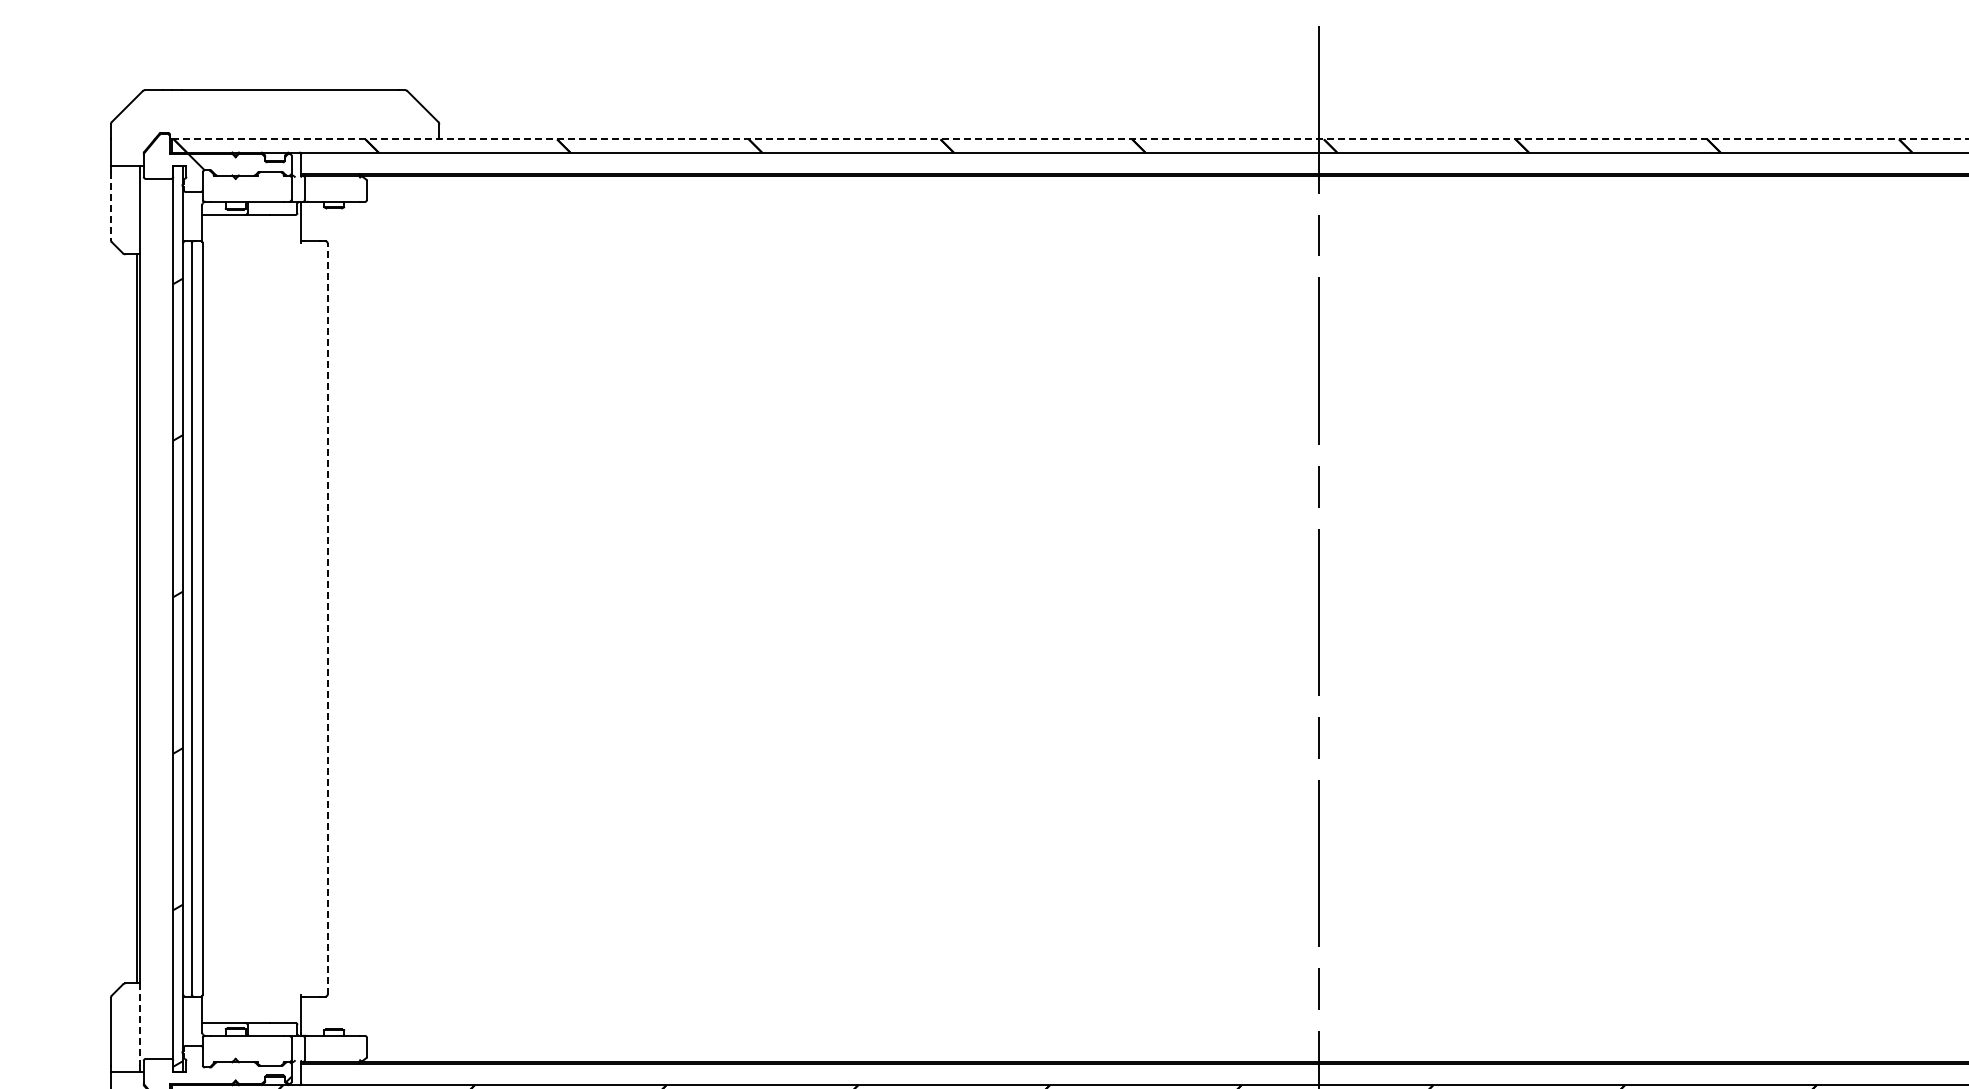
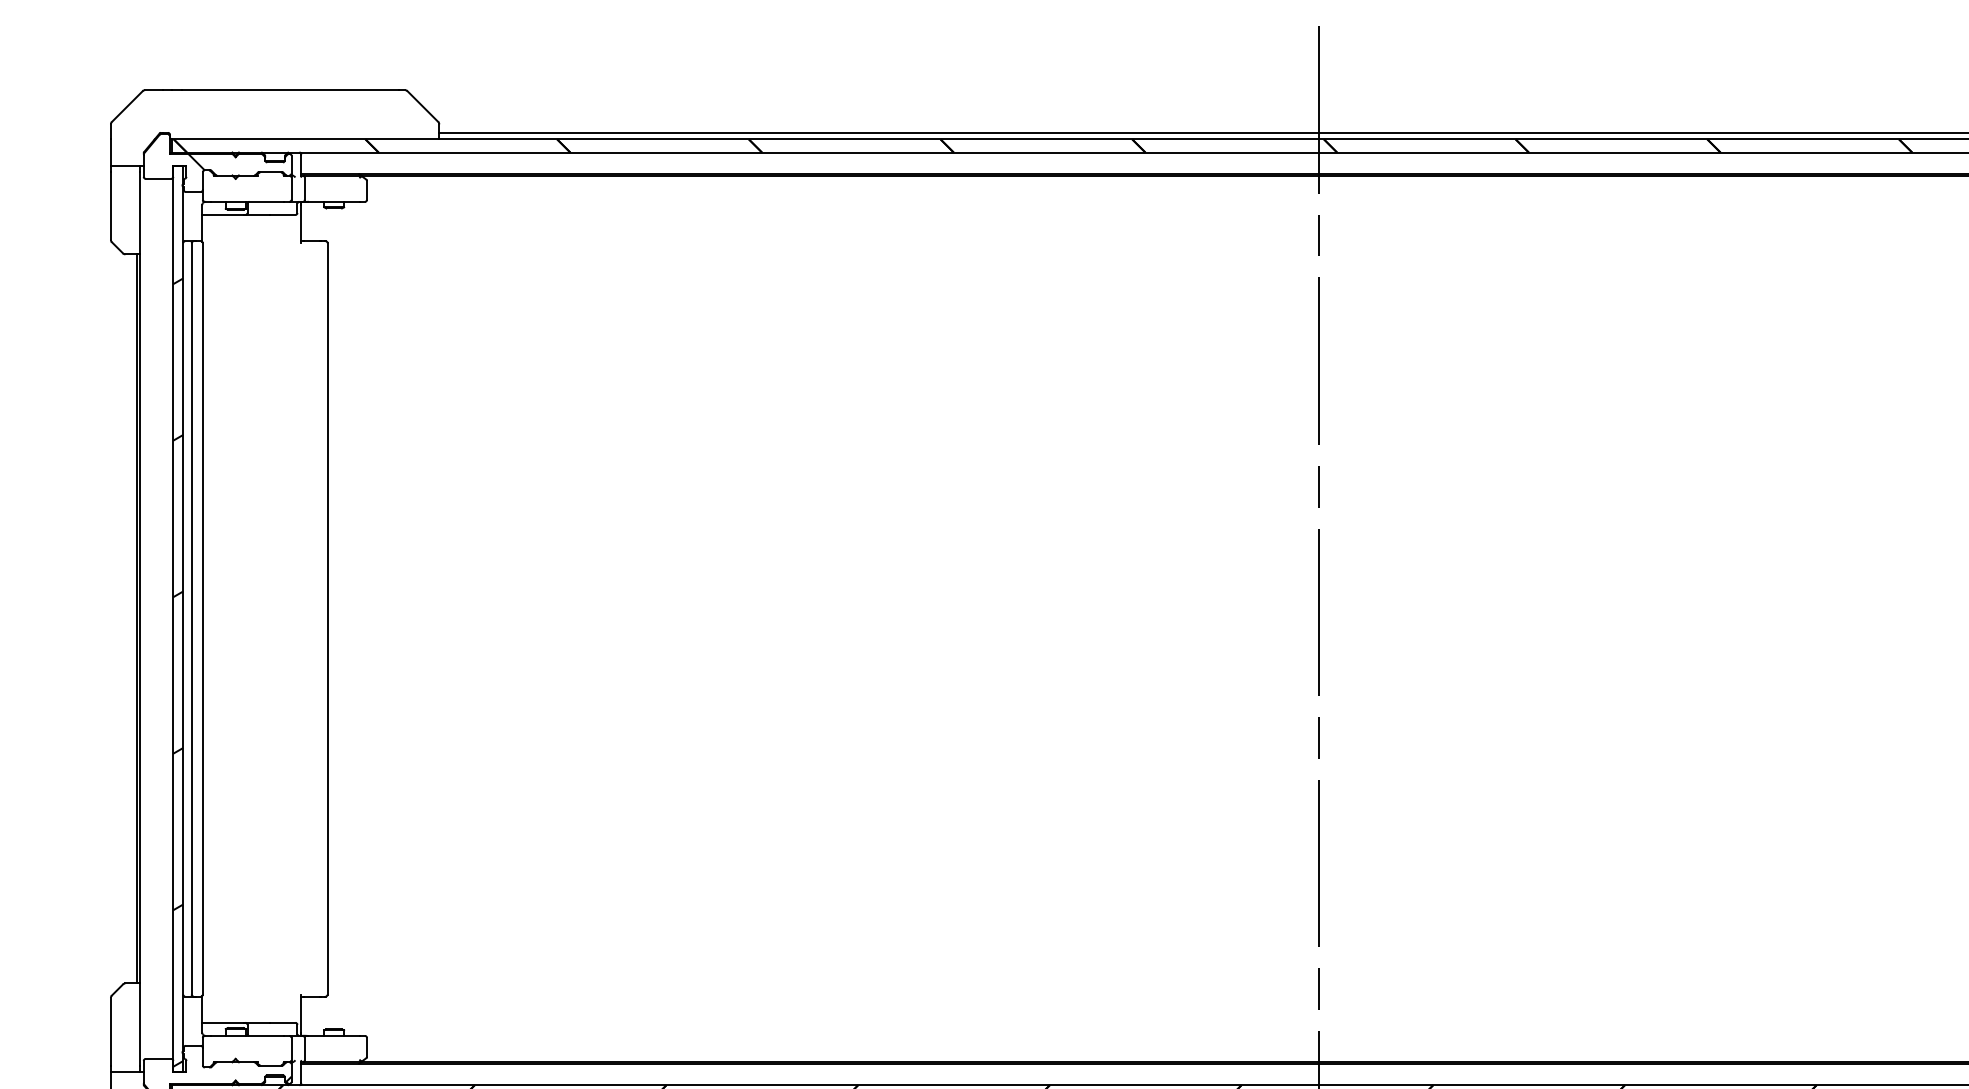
line at (1202, 132): none -> present
line at (1069, 139): dashed -> solid
line at (110, 206): dashed -> solid
line at (327, 618): dashed -> solid
line at (140, 1024): dashed -> solid
